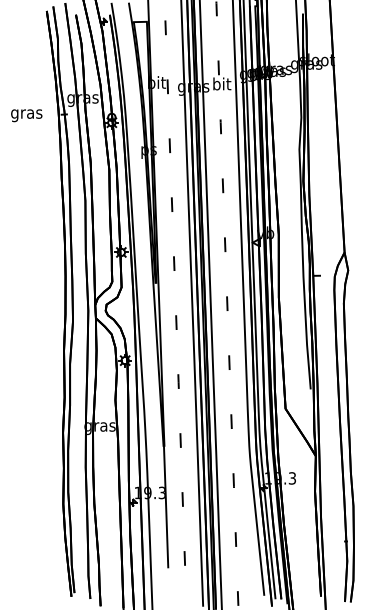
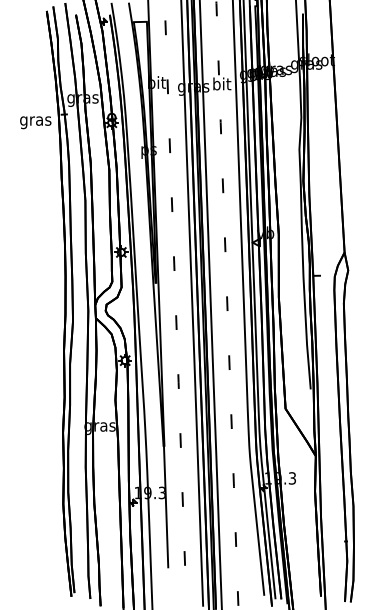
text at (26, 115) position: (26, 115) -> (35, 122)
